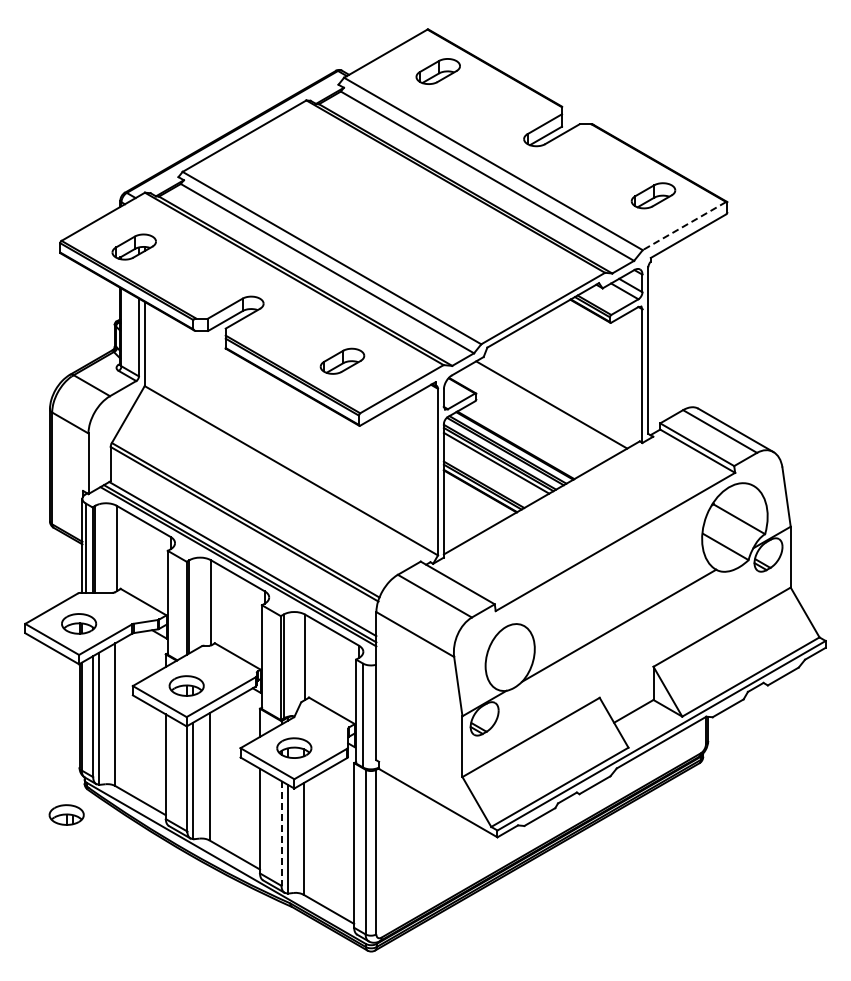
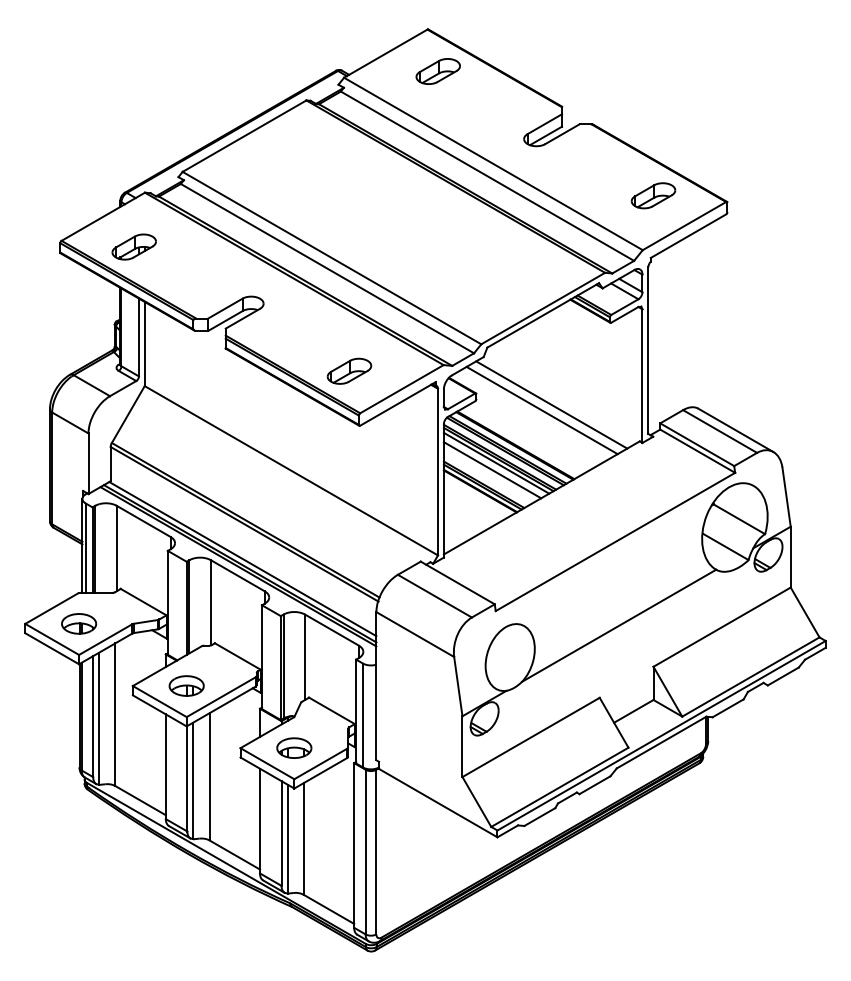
line at (684, 226): dashed -> solid
part at (342, 360) position: (342, 360) -> (349, 370)
line at (541, 410): none -> present
line at (492, 470): none -> present
part at (66, 814): present -> none
line at (281, 834): dashed -> solid
